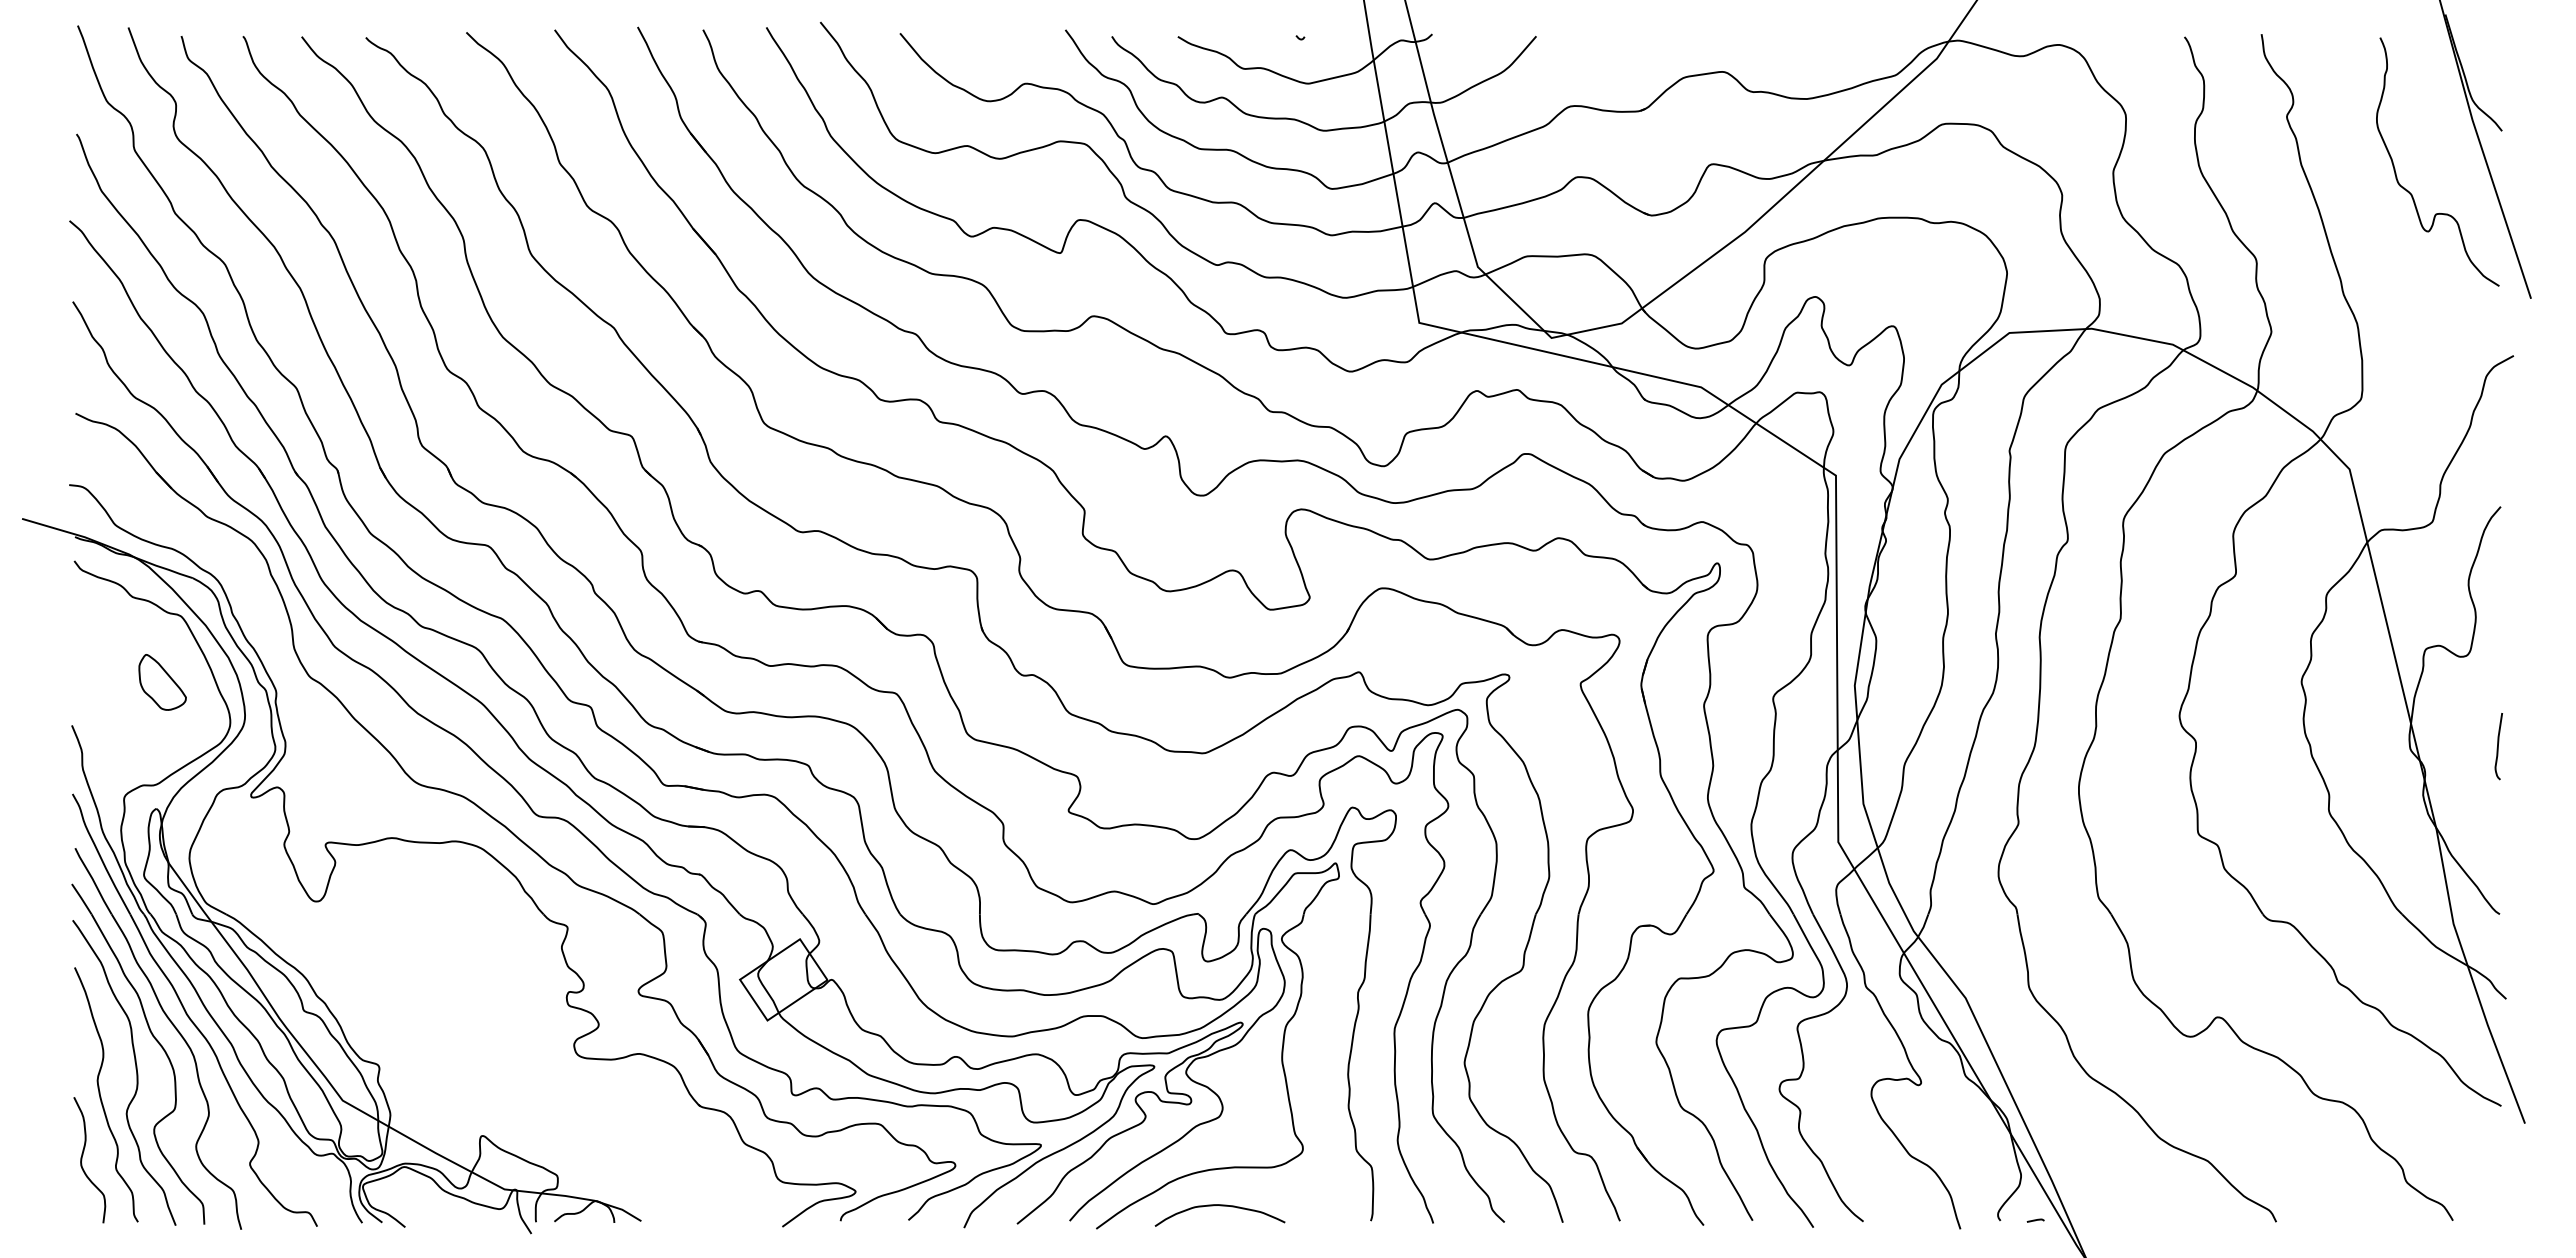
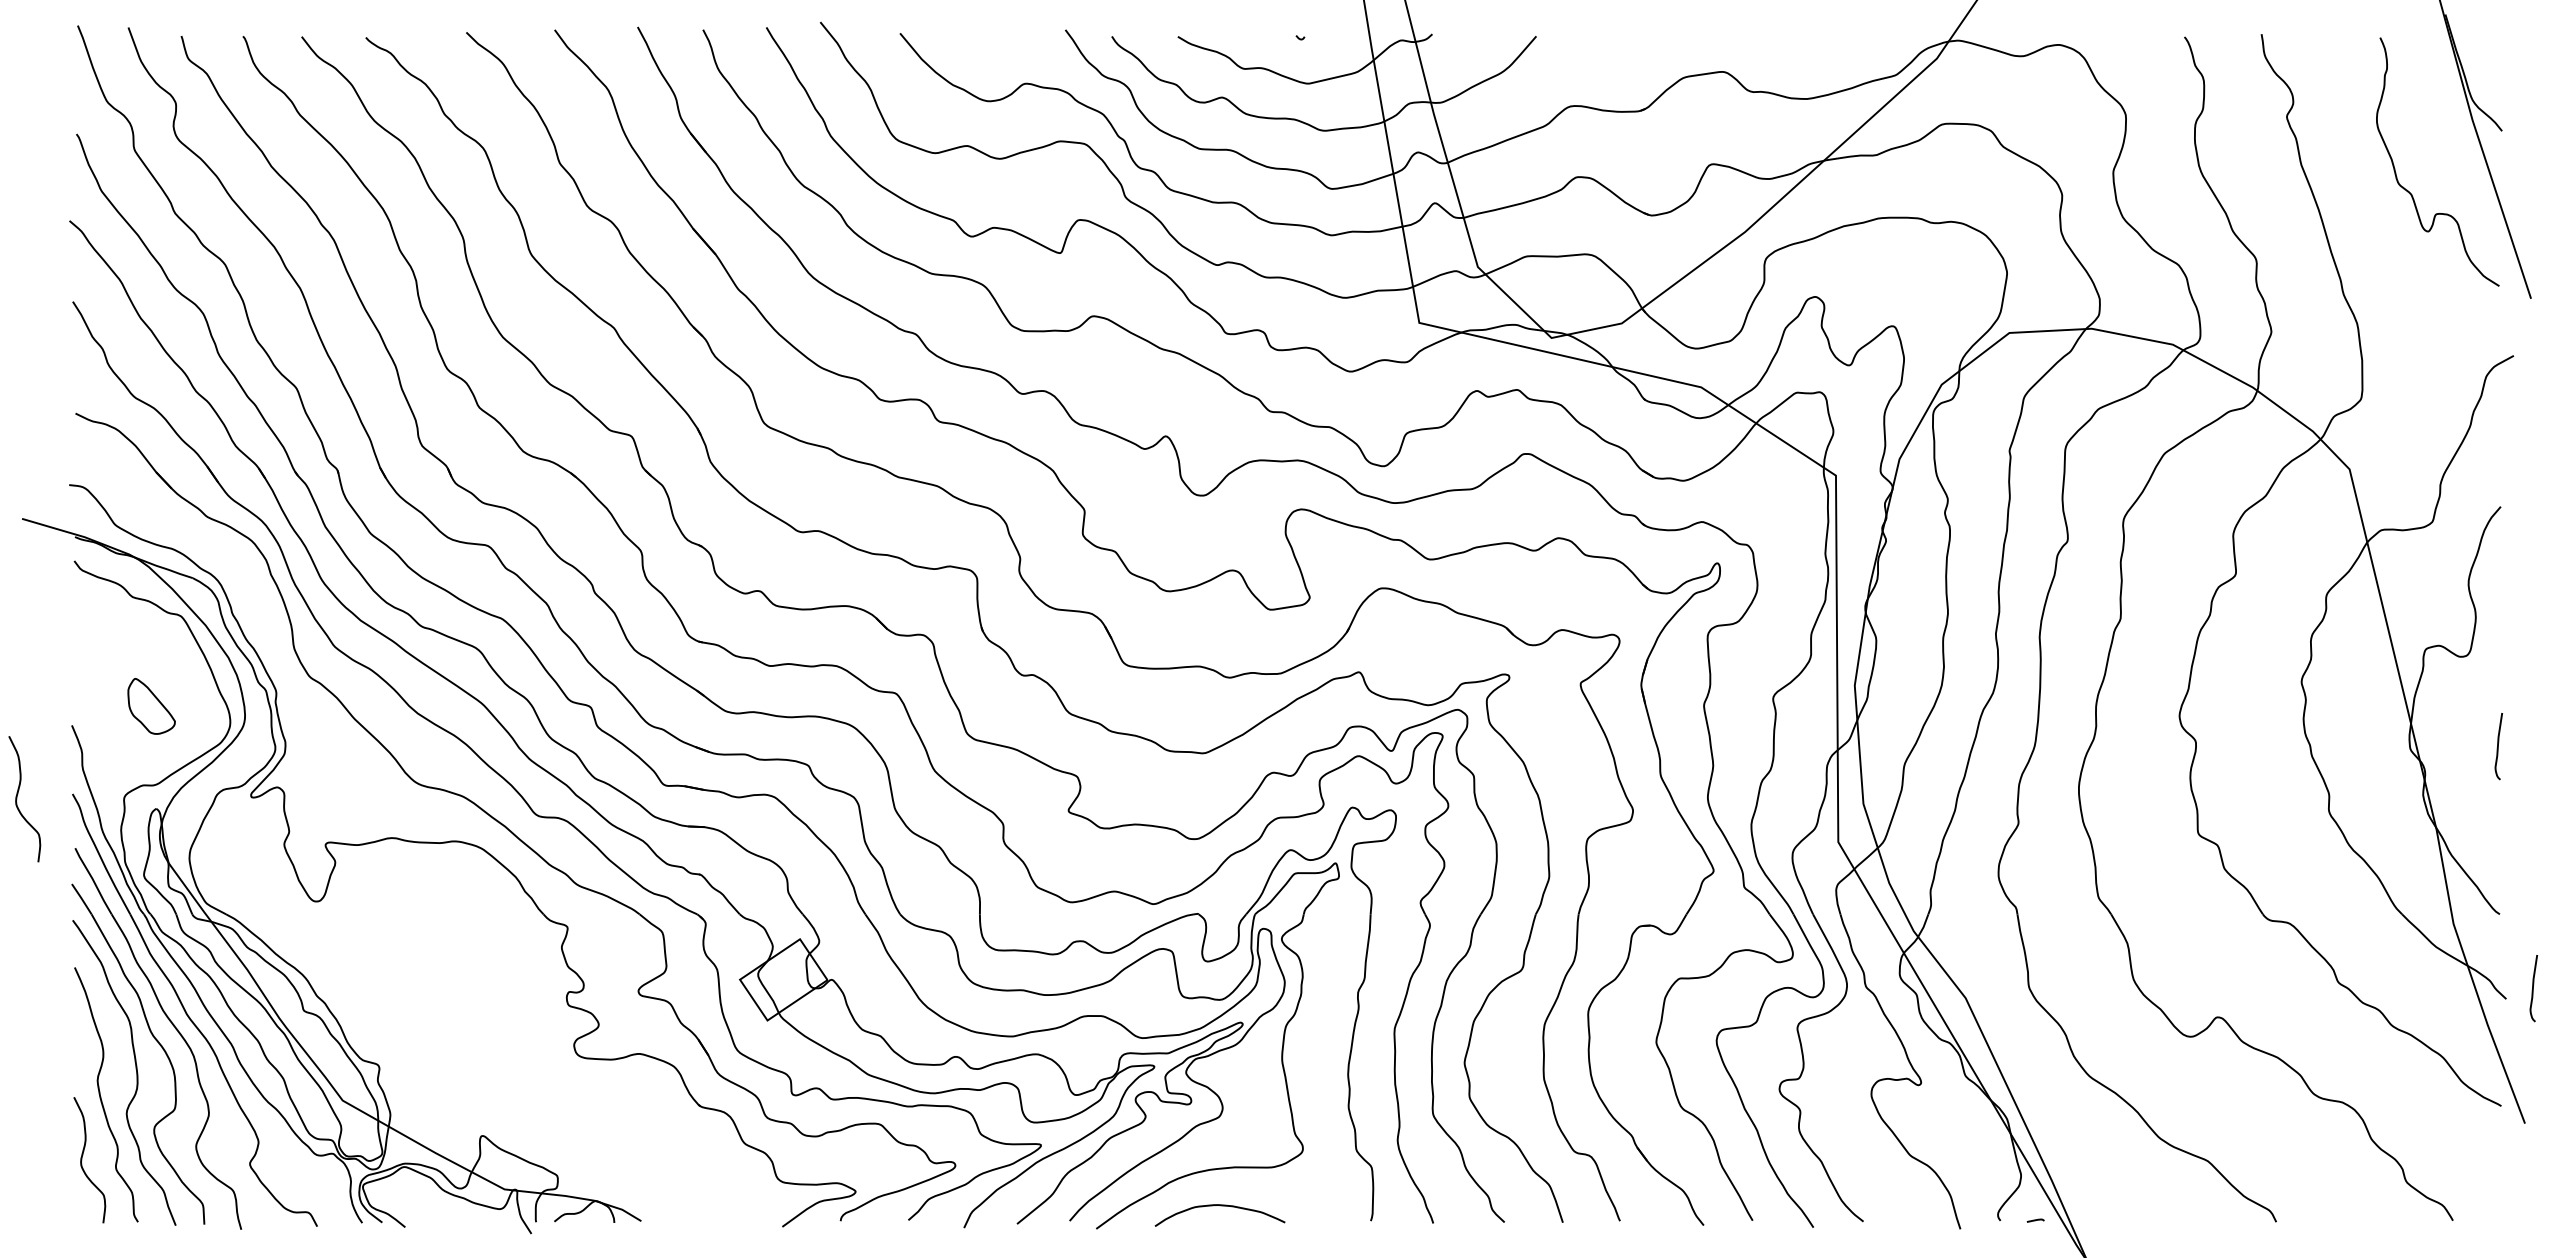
part at (162, 682) position: (162, 682) -> (151, 706)
curve at (17, 799): none -> present
curve at (2533, 988): none -> present
